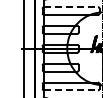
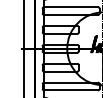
line at (71, 7): dashed -> solid
line at (71, 90): dashed -> solid
